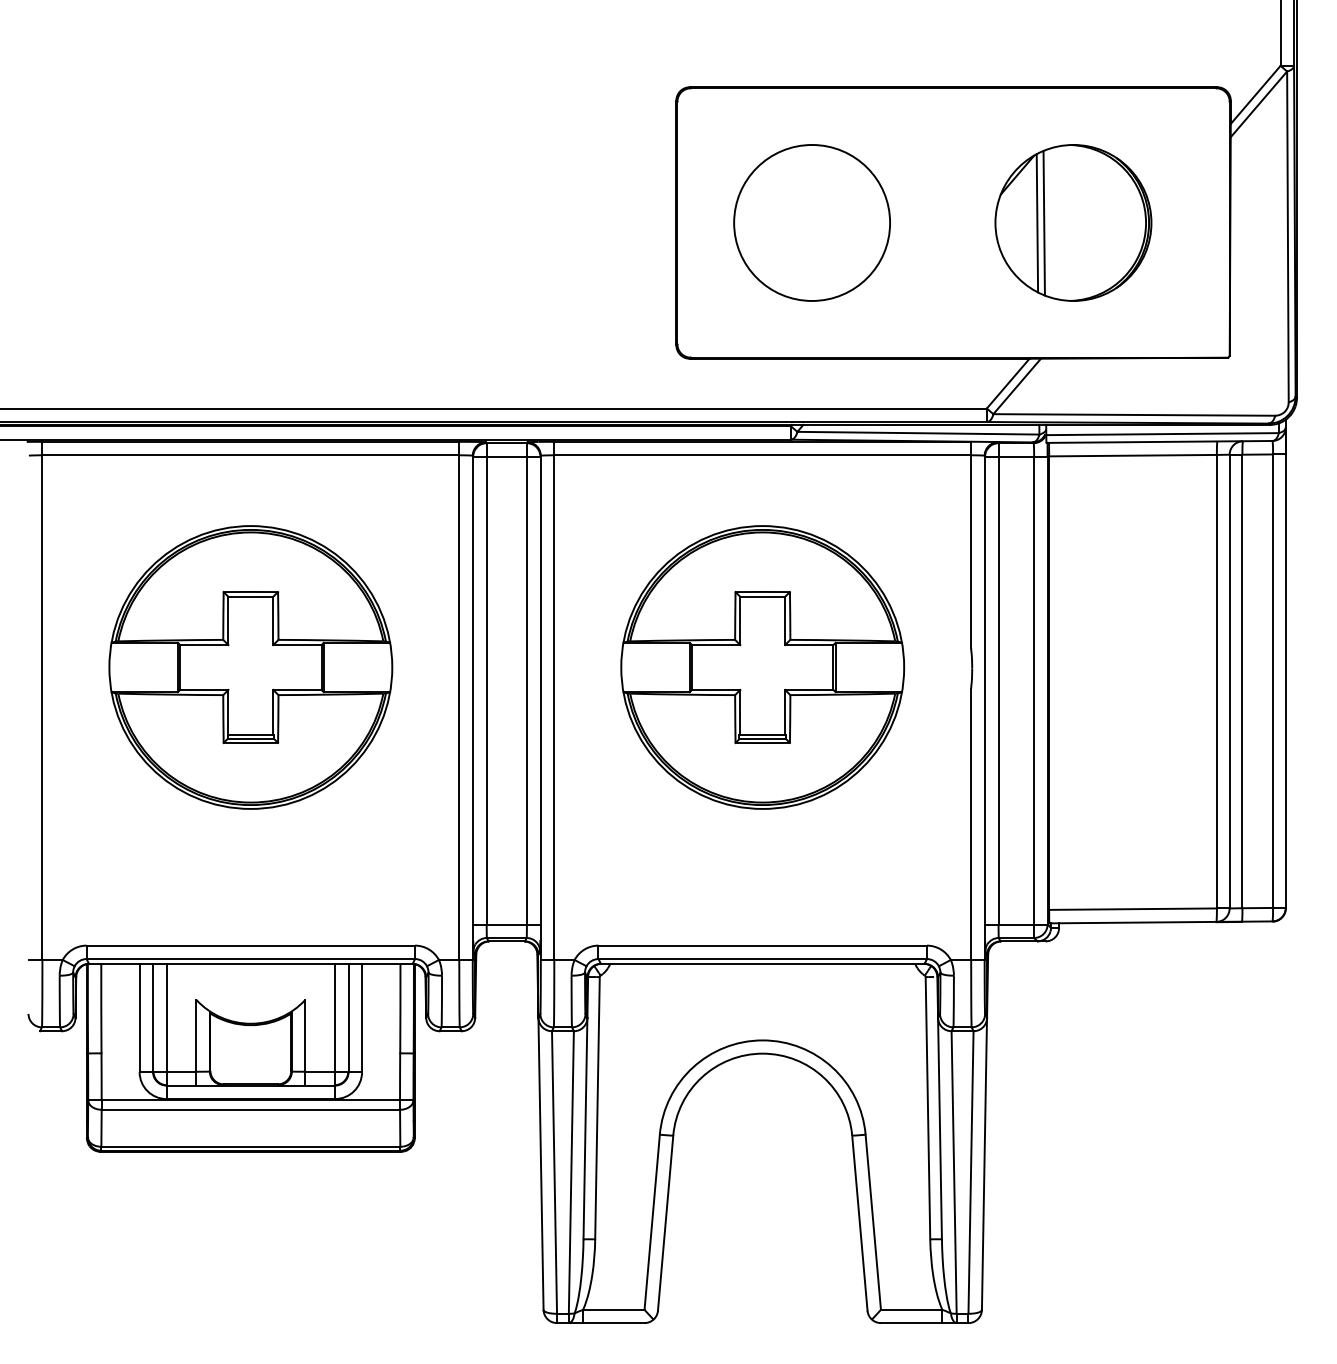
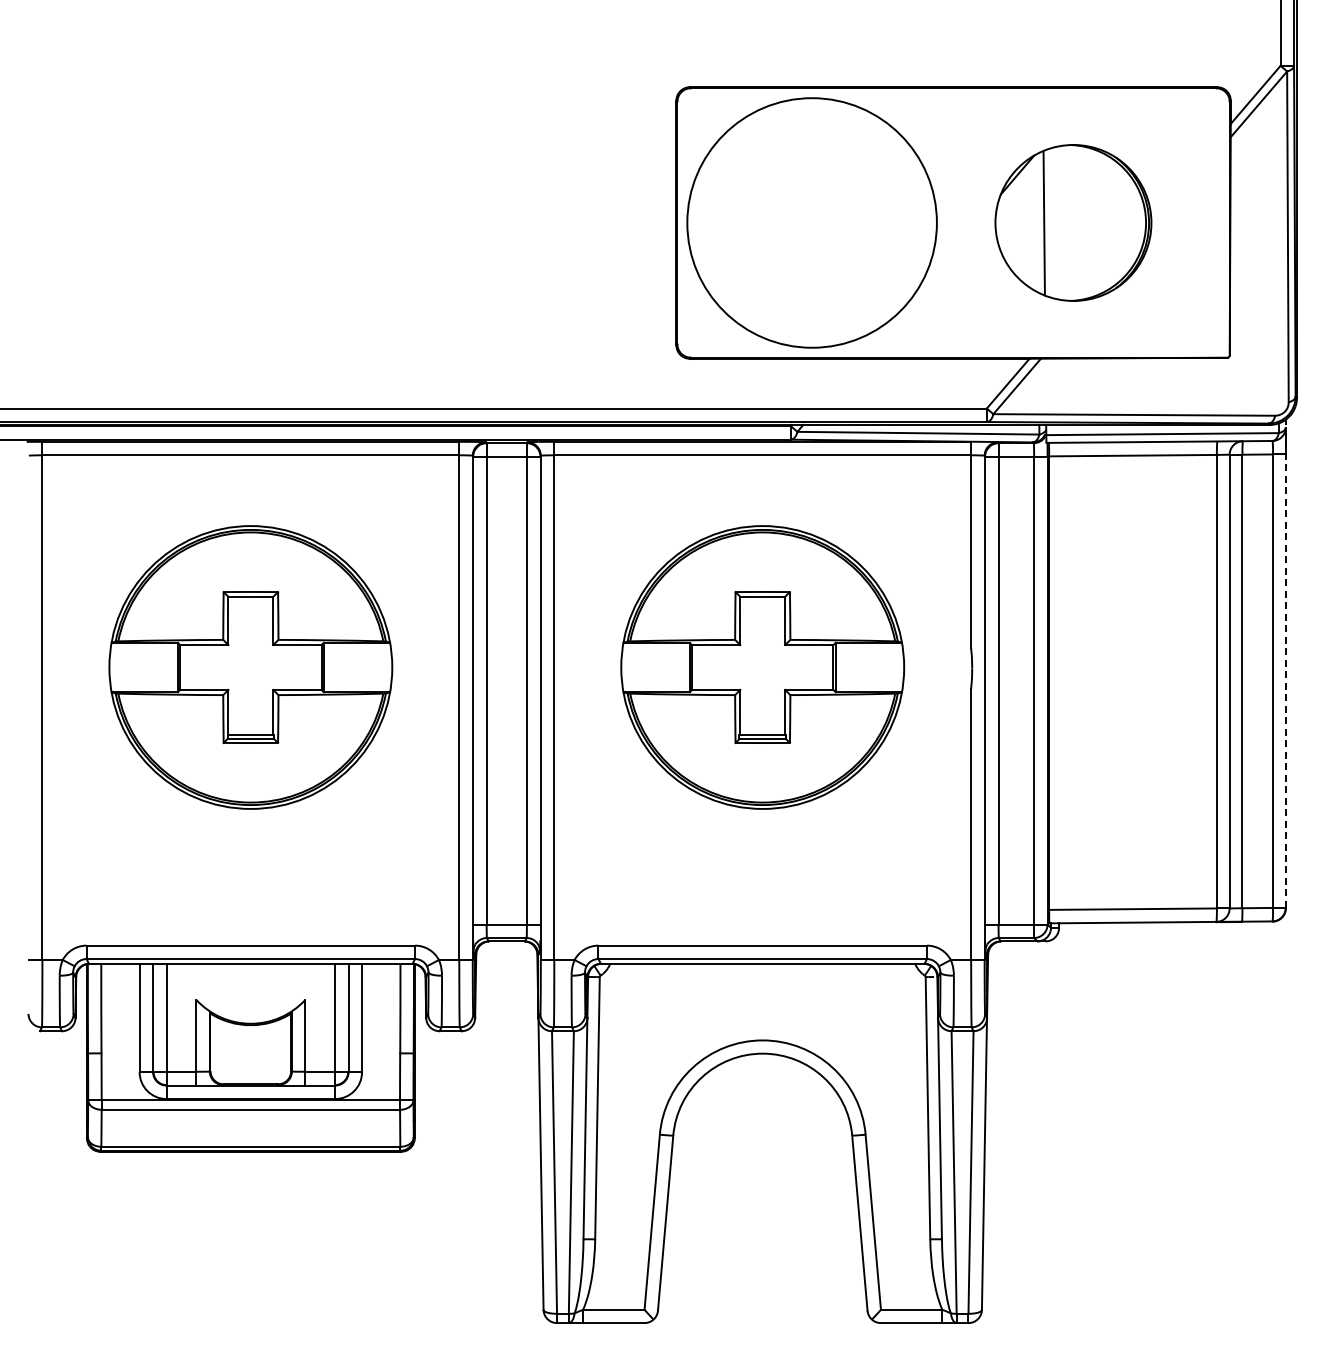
circle at (812, 222) diameter: 156 px -> 250 px
line at (1037, 223): present -> none
line at (1285, 663): solid -> dashed
